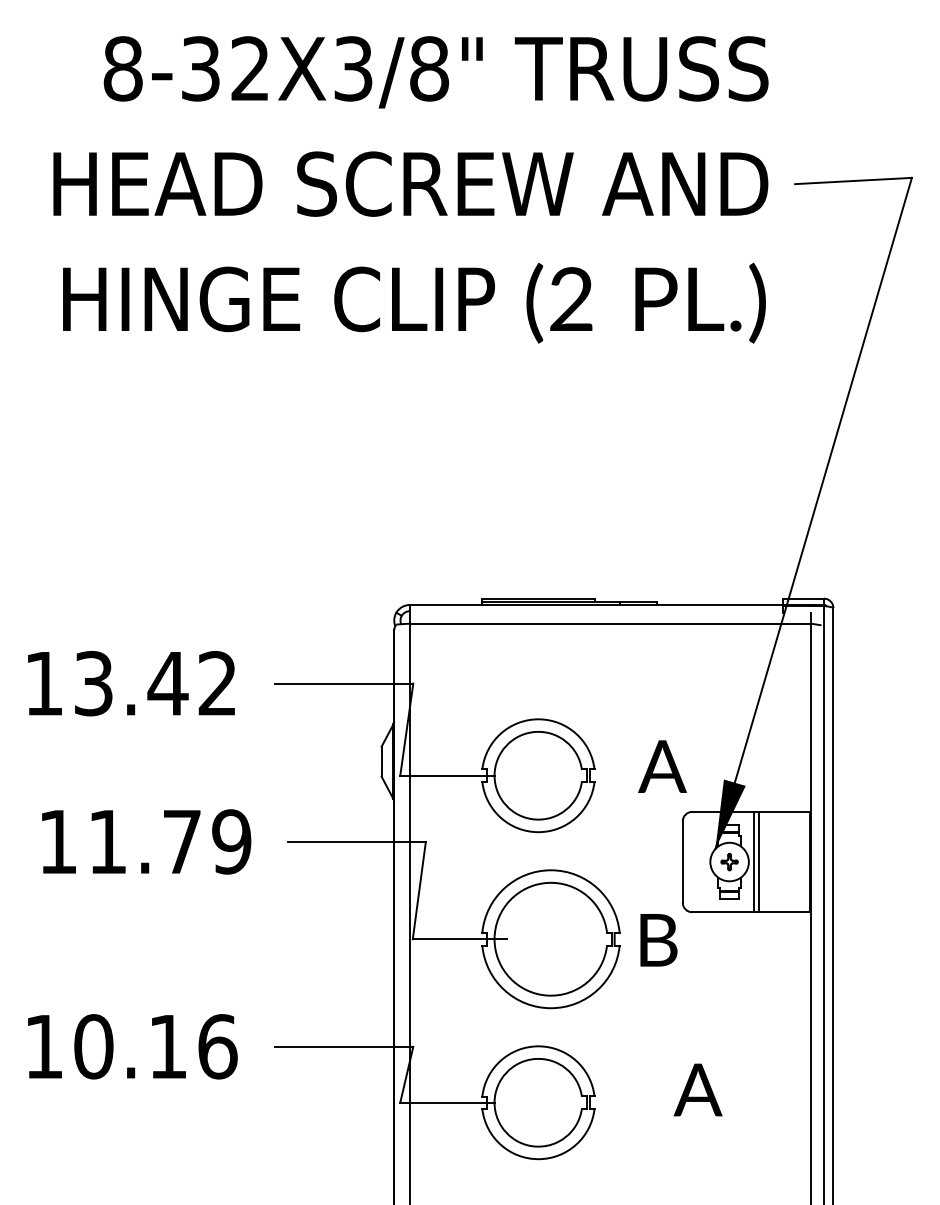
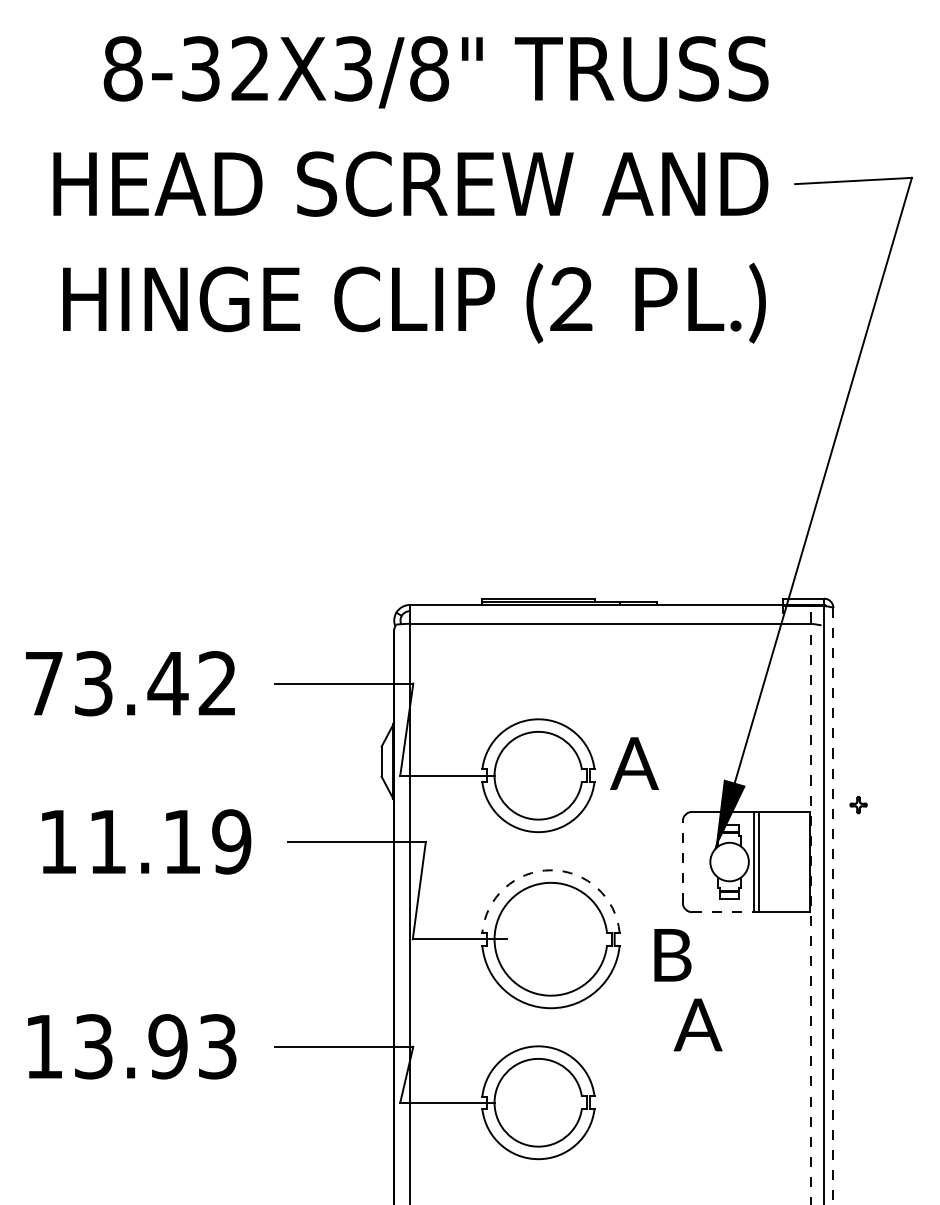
text at (44, 683): 13.42 -> 73.42
text at (662, 766) position: (662, 766) -> (634, 763)
text at (182, 841): 11.79 -> 11.19
part at (729, 861) position: (729, 861) -> (858, 804)
line at (682, 862): solid -> dashed
arc at (550, 870): solid -> dashed
line at (833, 906): solid -> dashed
line at (722, 912): solid -> dashed
line at (811, 913): solid -> dashed
text at (658, 940) position: (658, 940) -> (672, 955)
text at (155, 1046): 10.16 -> 13.93
text at (697, 1089) position: (697, 1089) -> (697, 1024)
